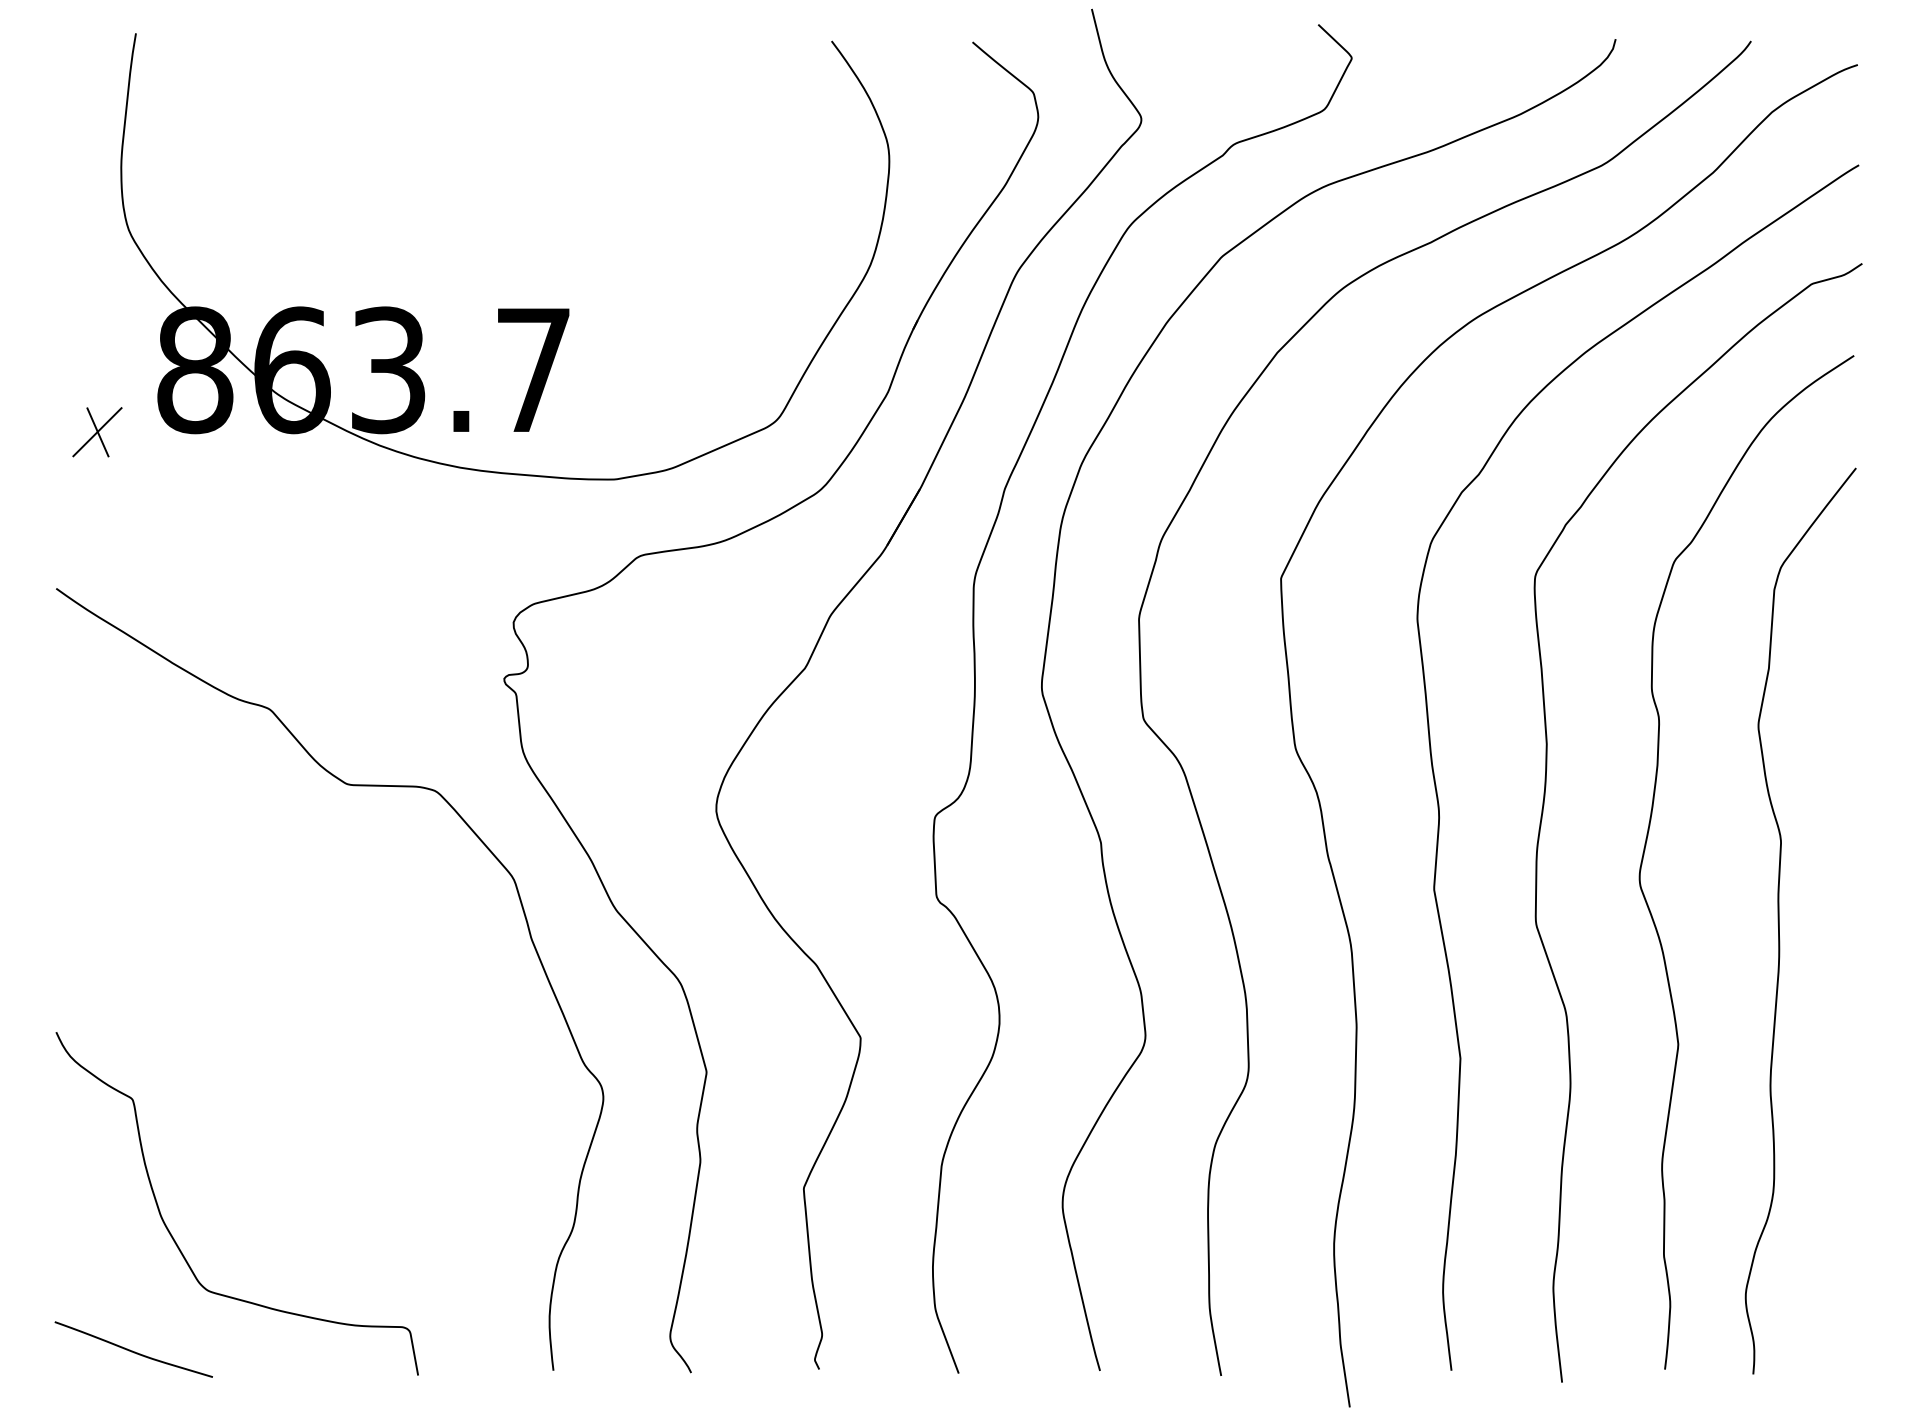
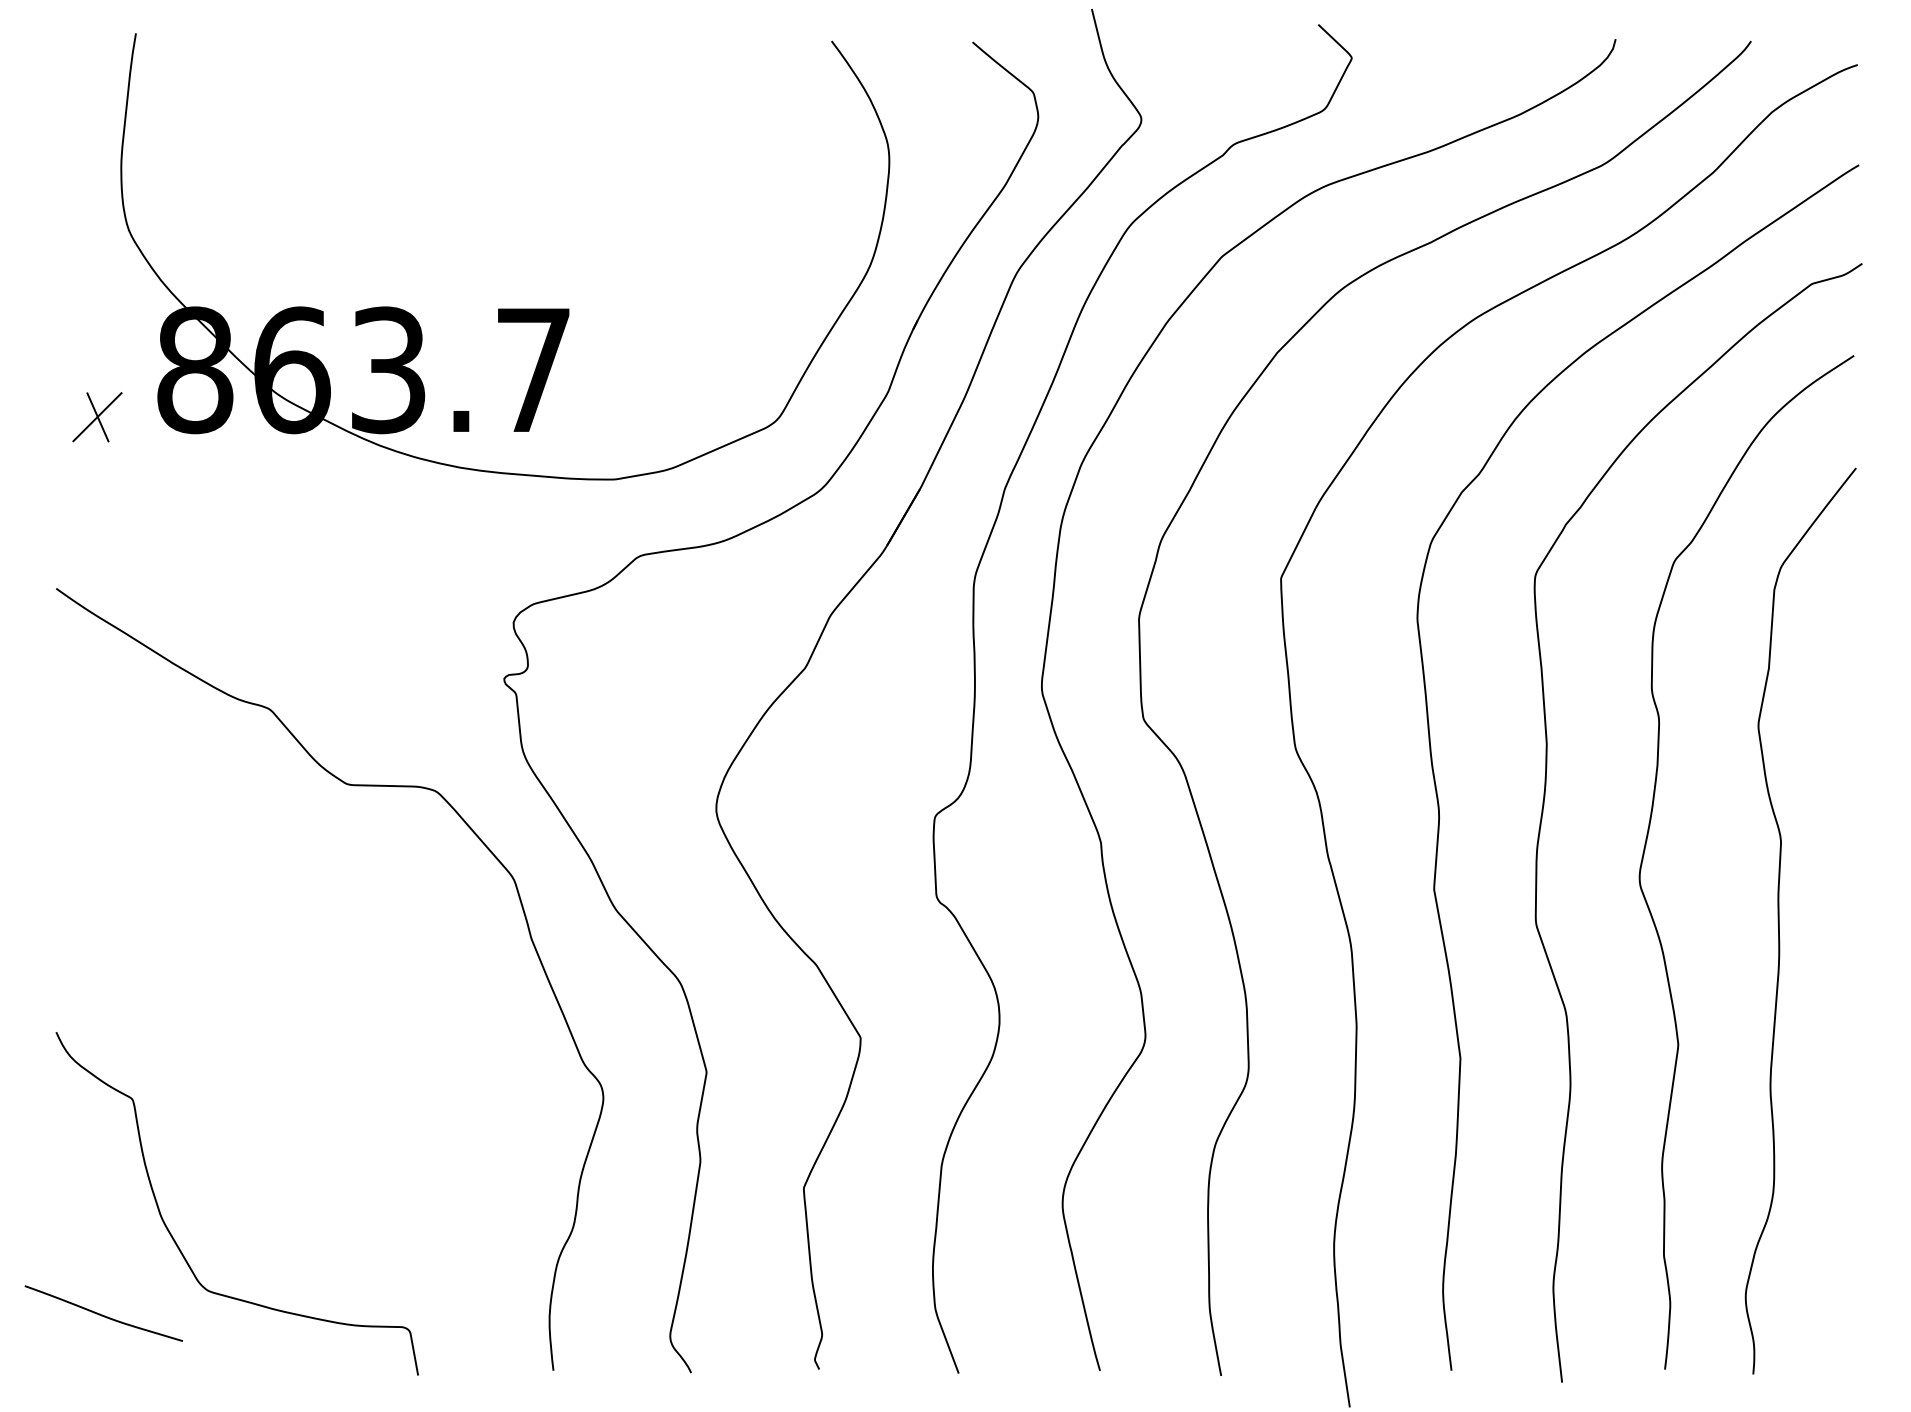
part at (97, 432) position: (97, 432) -> (97, 417)
curve at (132, 1350) position: (132, 1350) -> (102, 1314)
